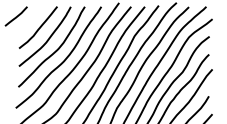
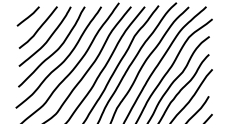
line at (15, 16) position: (15, 16) -> (27, 16)
